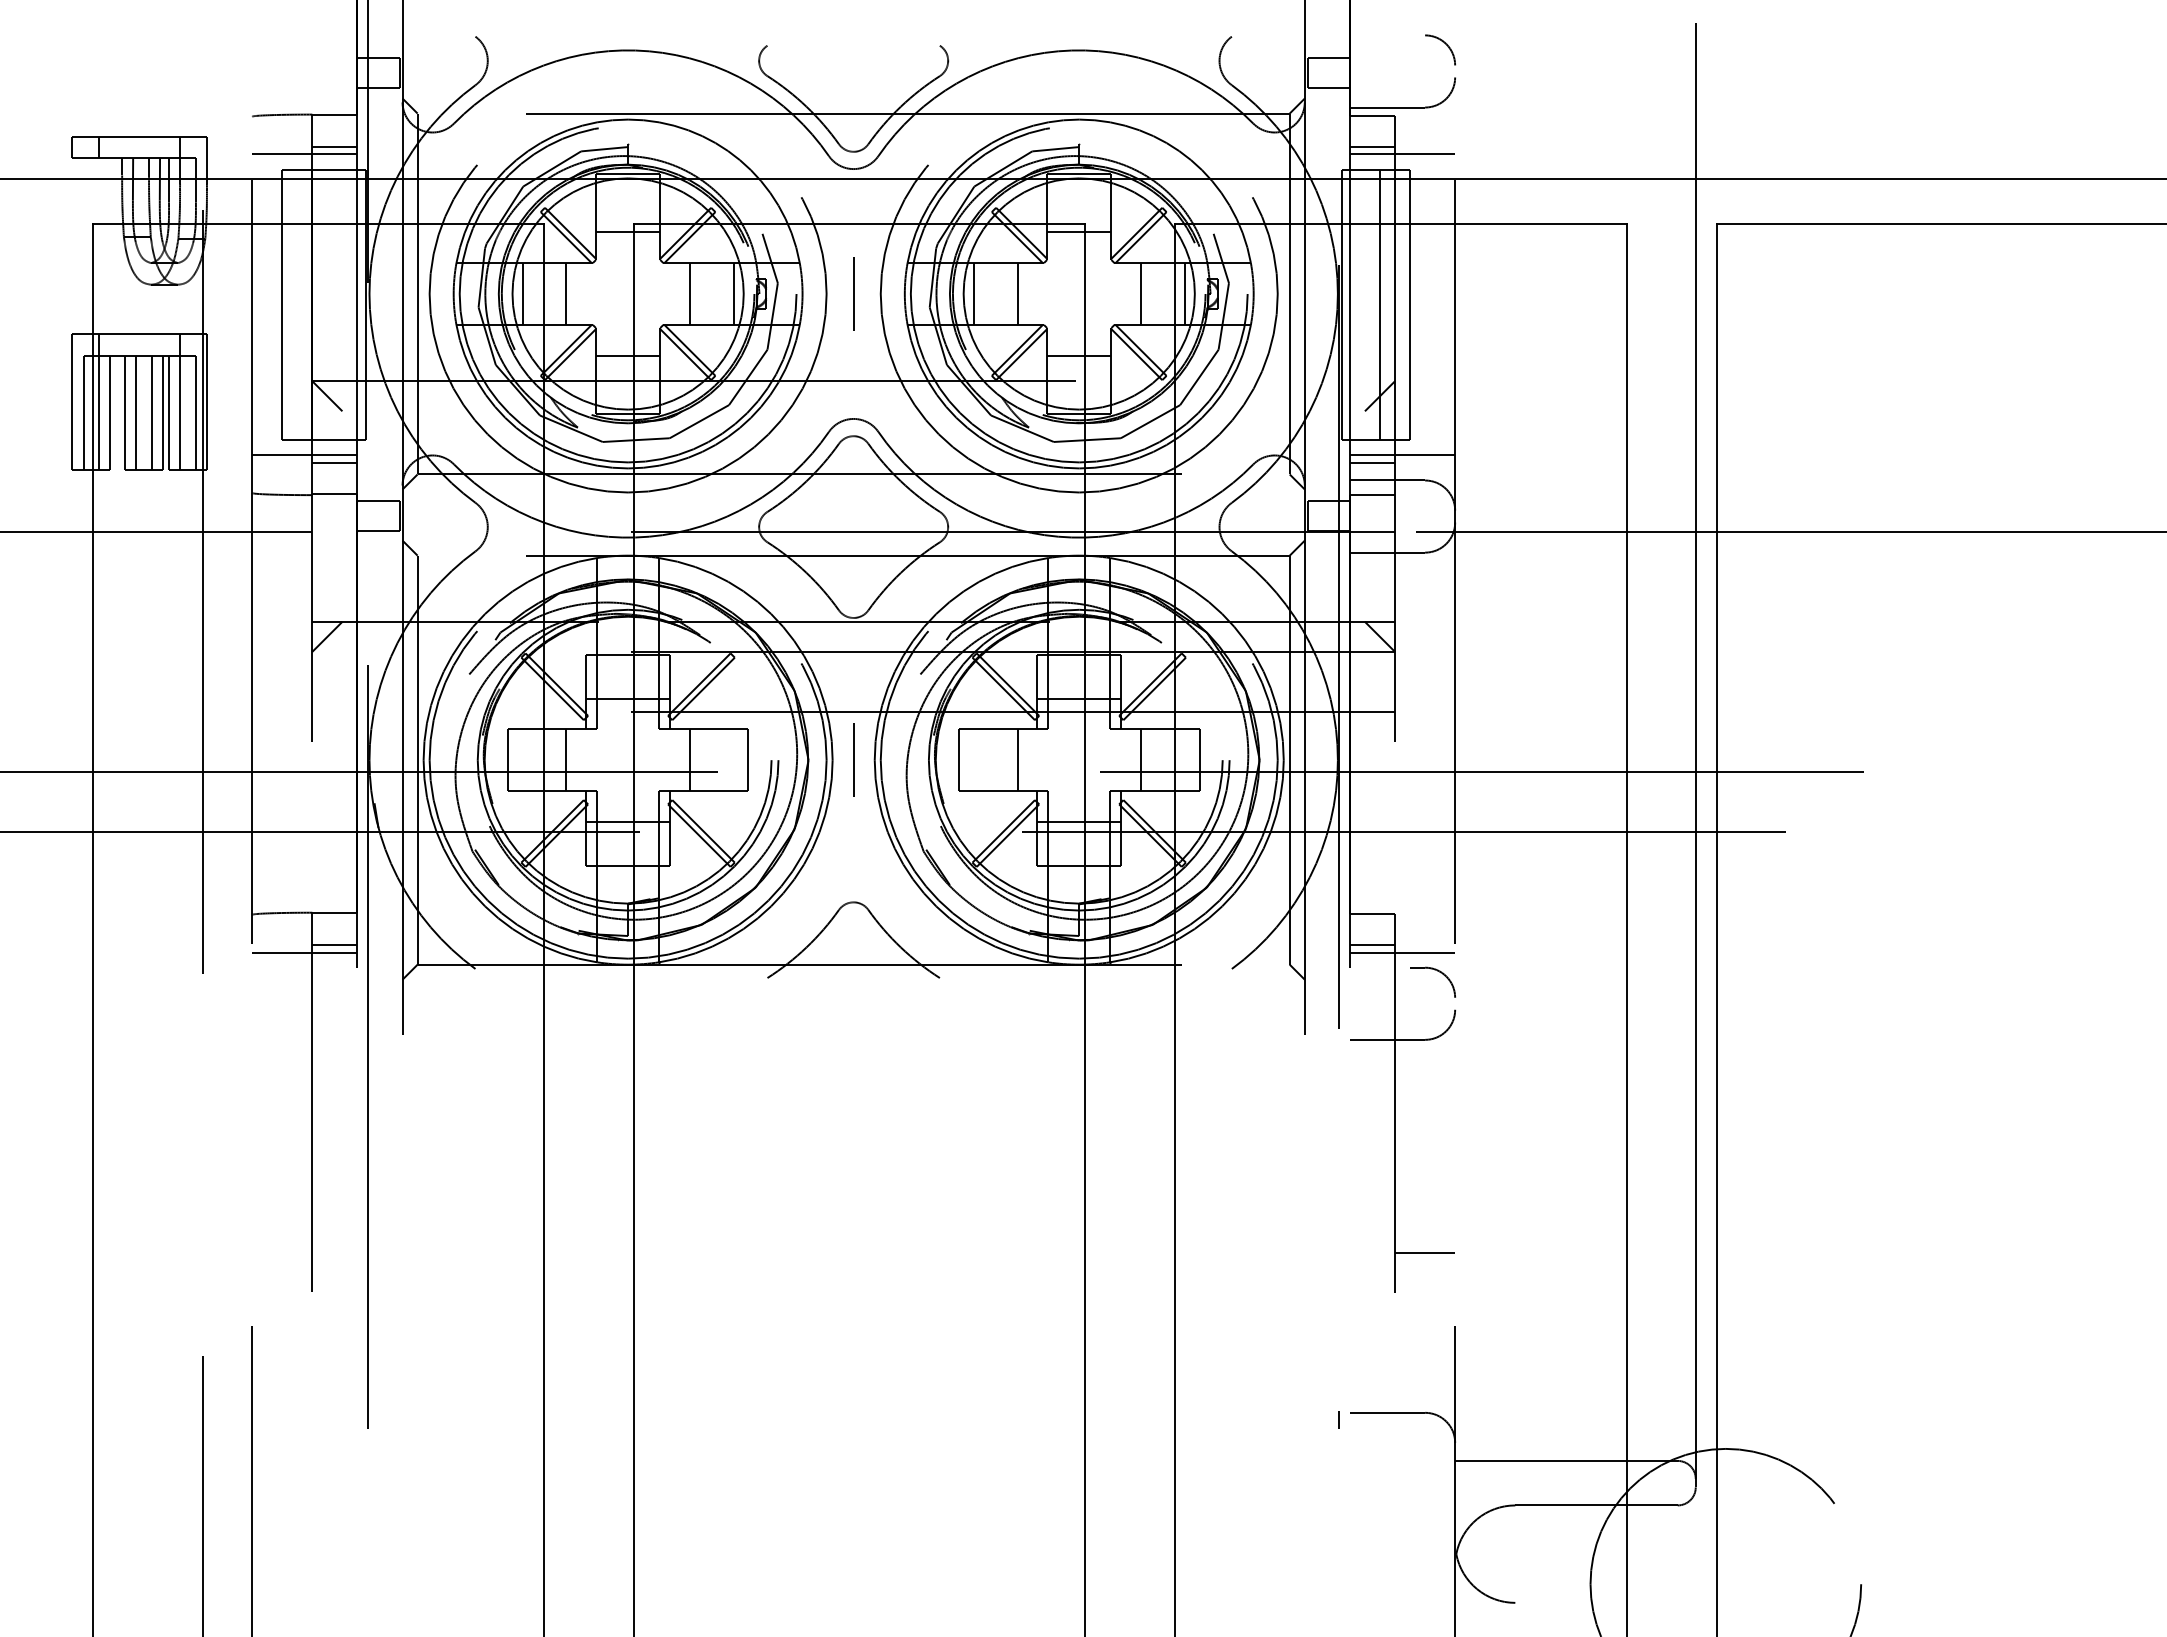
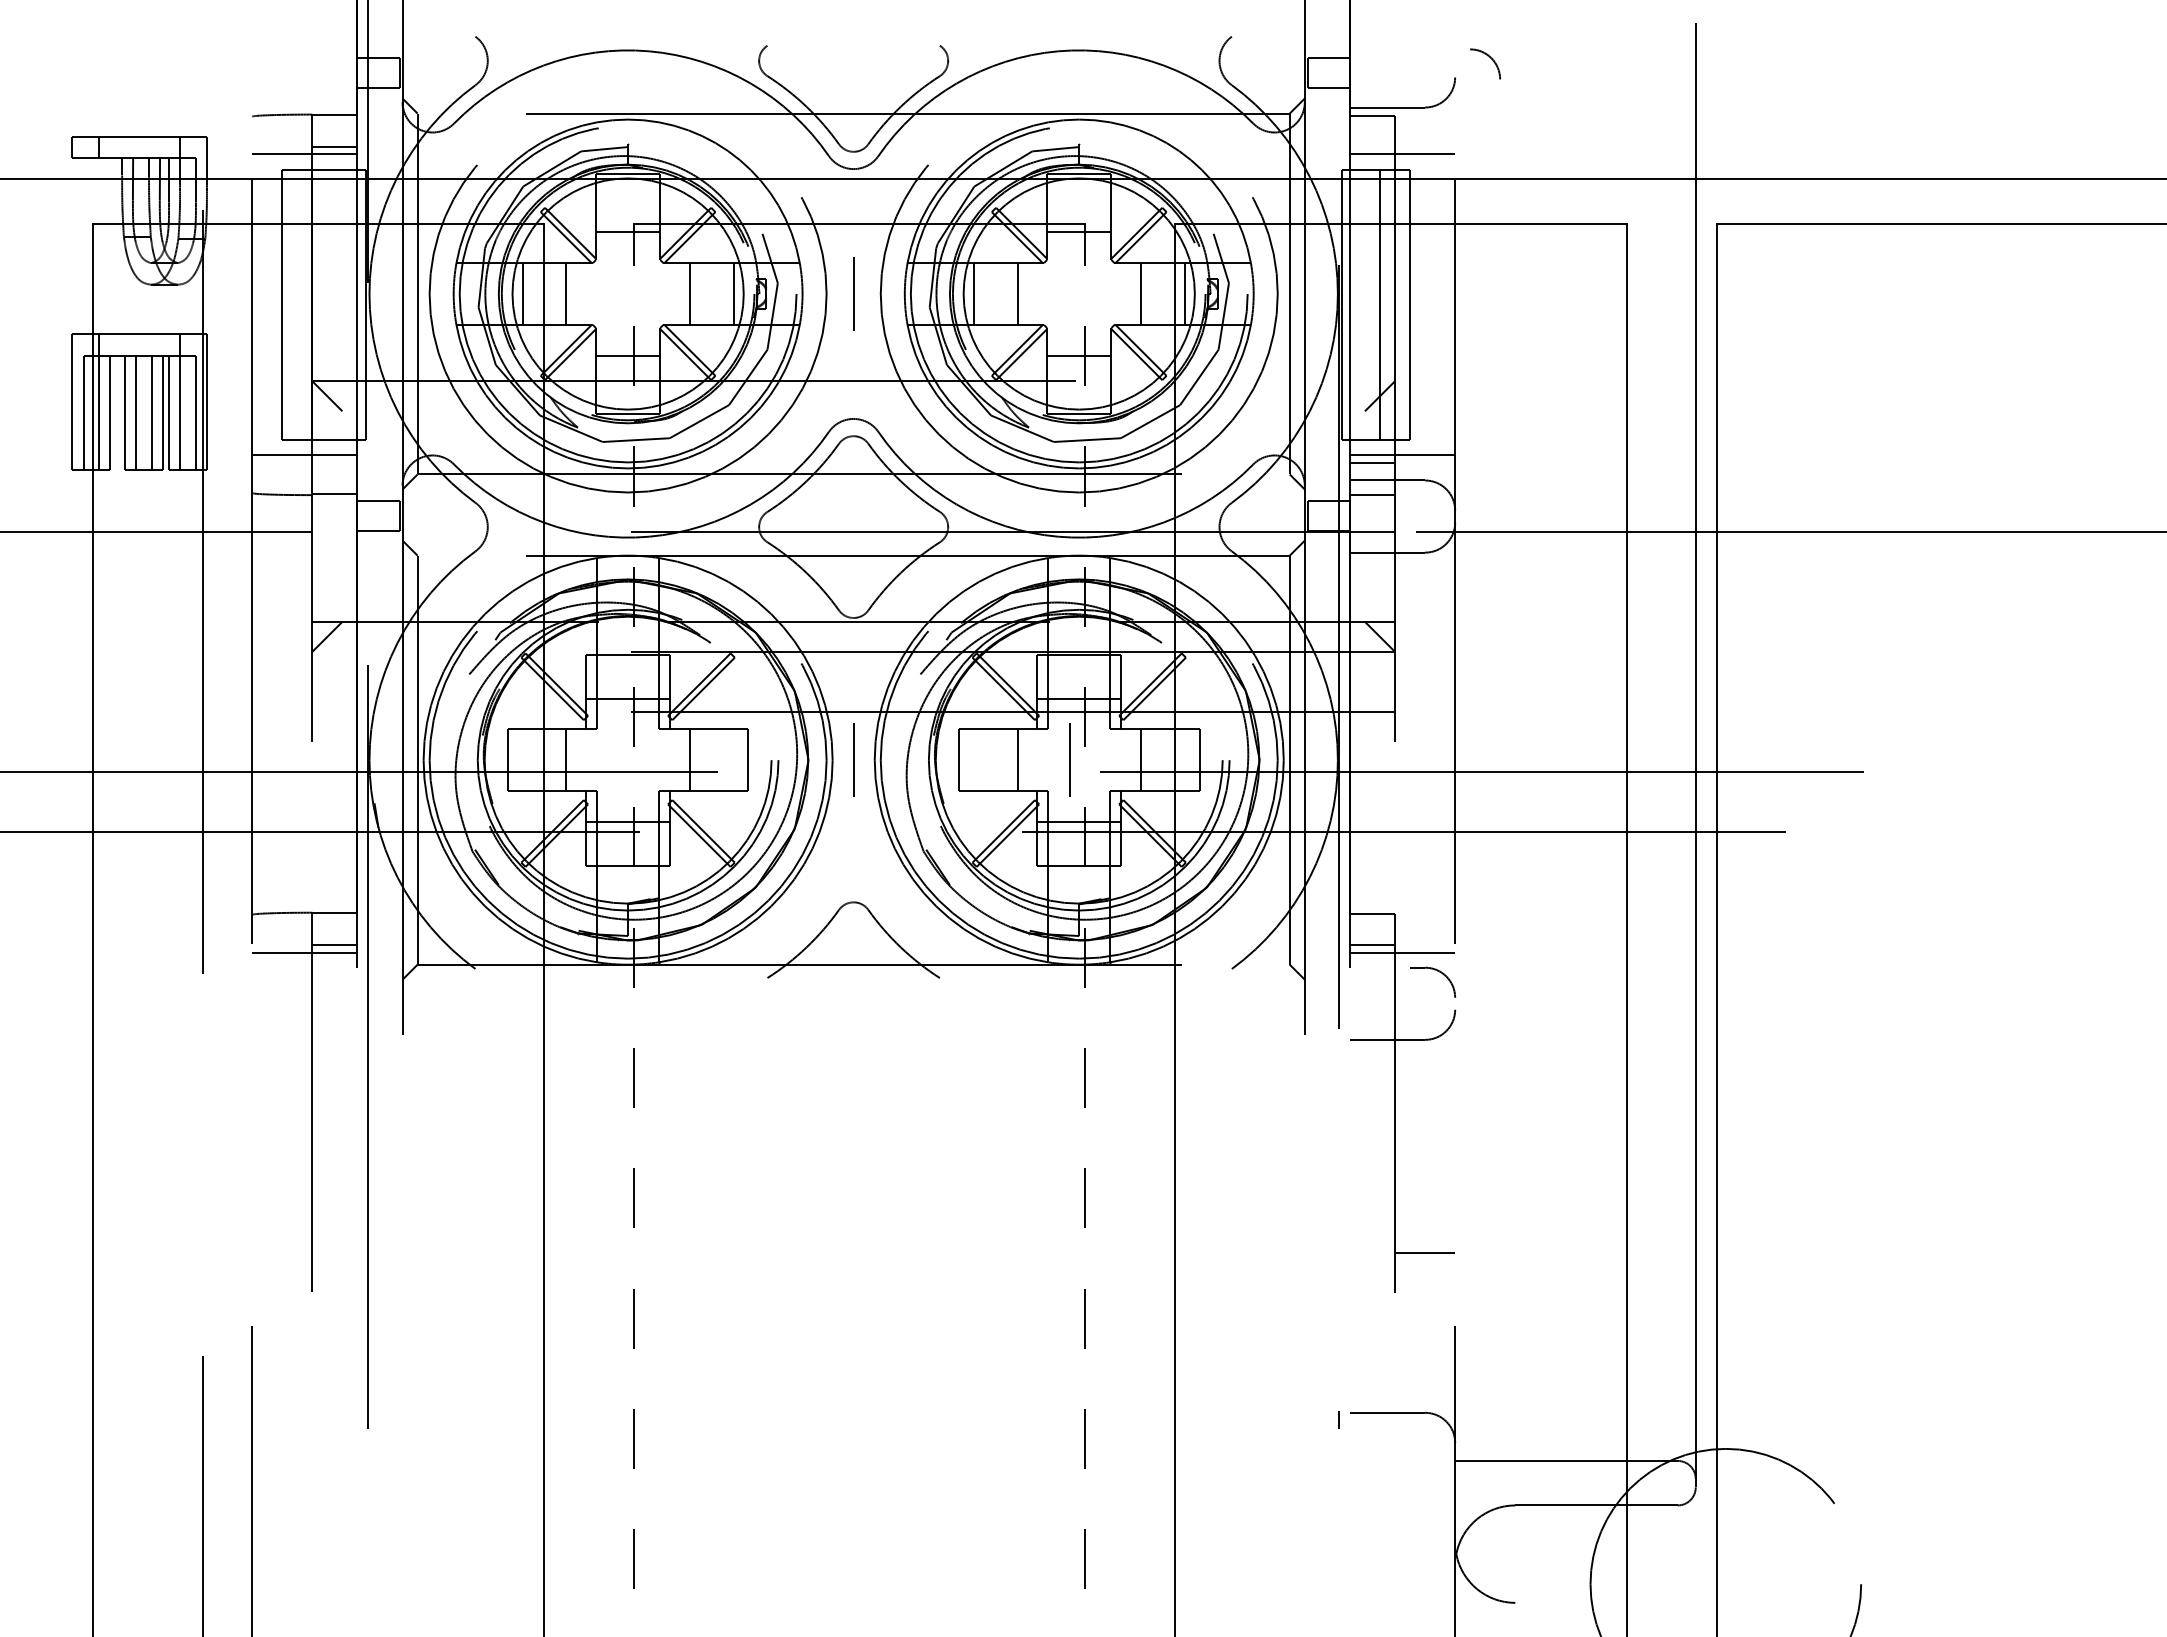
arc at (1445, 44) position: (1445, 44) -> (1490, 58)
line at (1372, 147): present -> none
line at (334, 462): present -> none
line at (1069, 759): none -> present
line at (634, 929): solid -> dashed
line at (1085, 929): solid -> dashed
